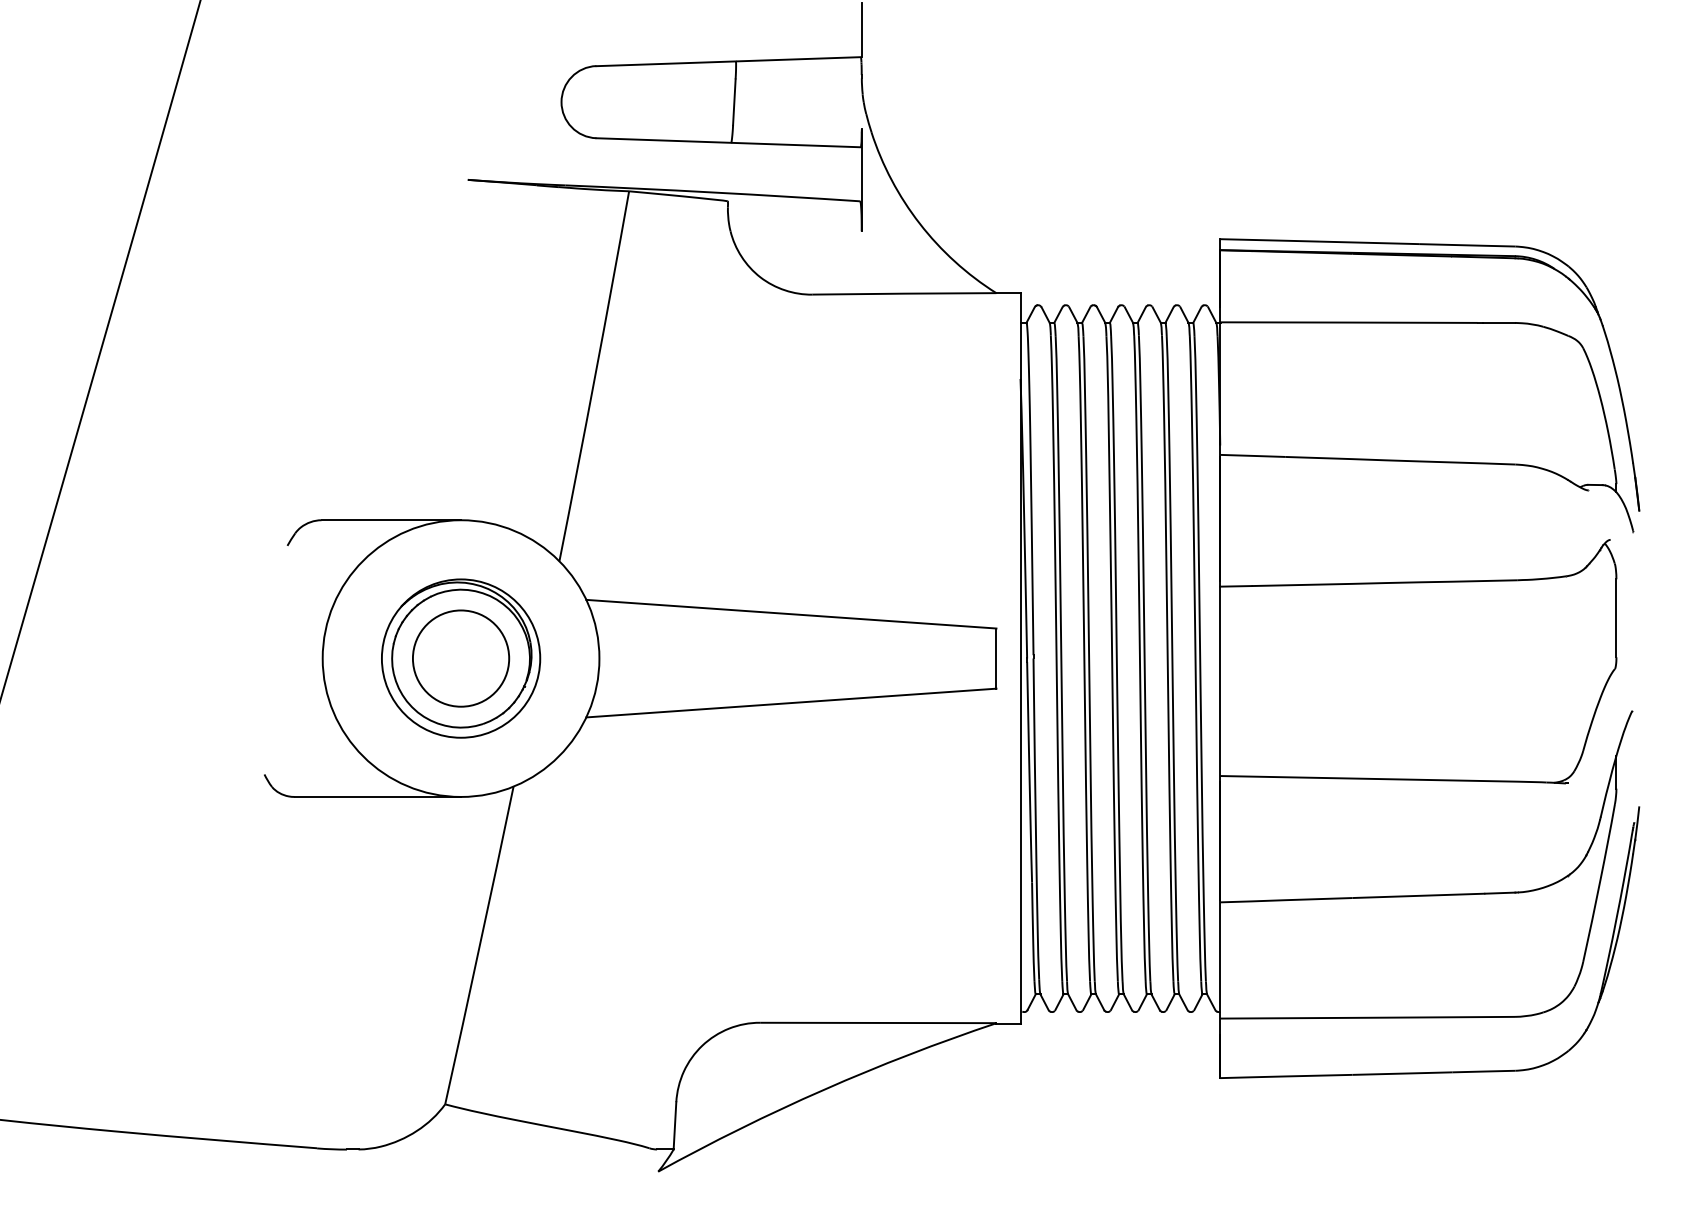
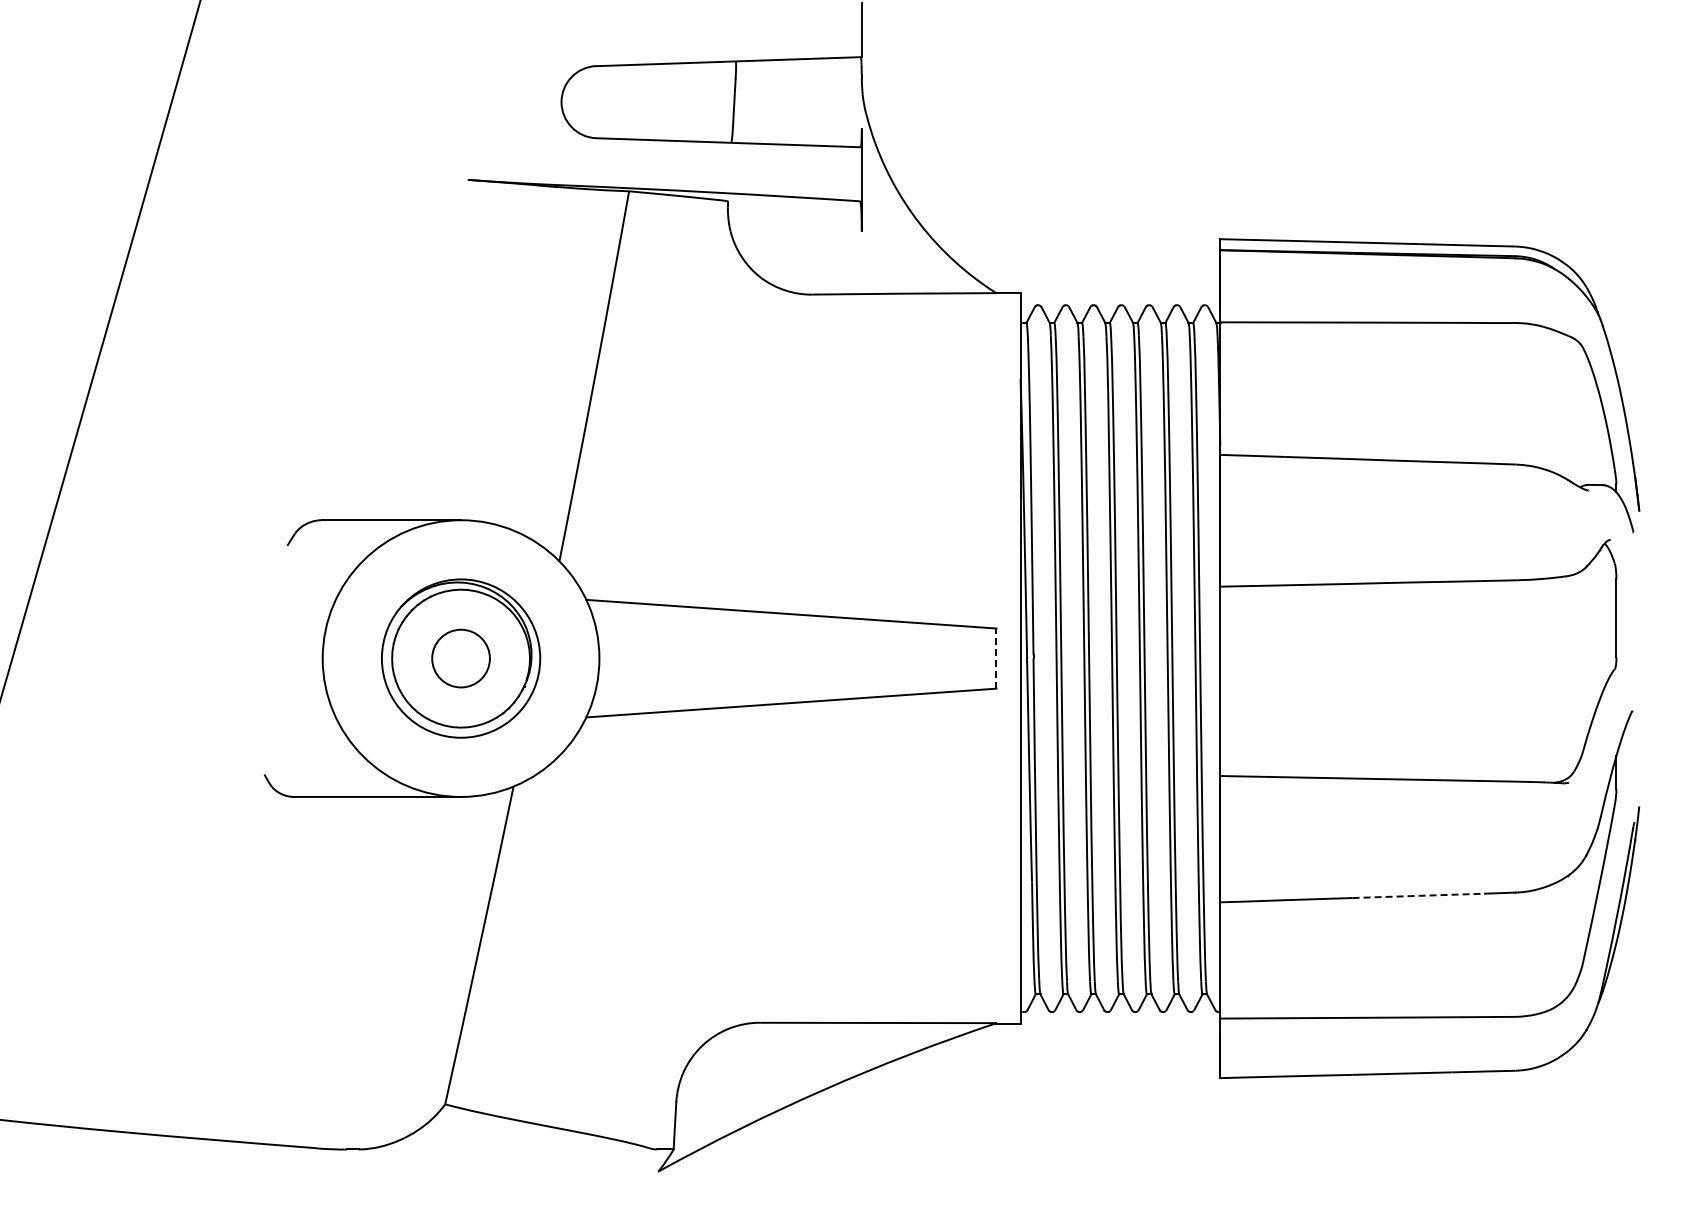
circle at (460, 658) diameter: 96 px -> 58 px
line at (996, 658): solid -> dashed
line at (1419, 895): solid -> dashed
